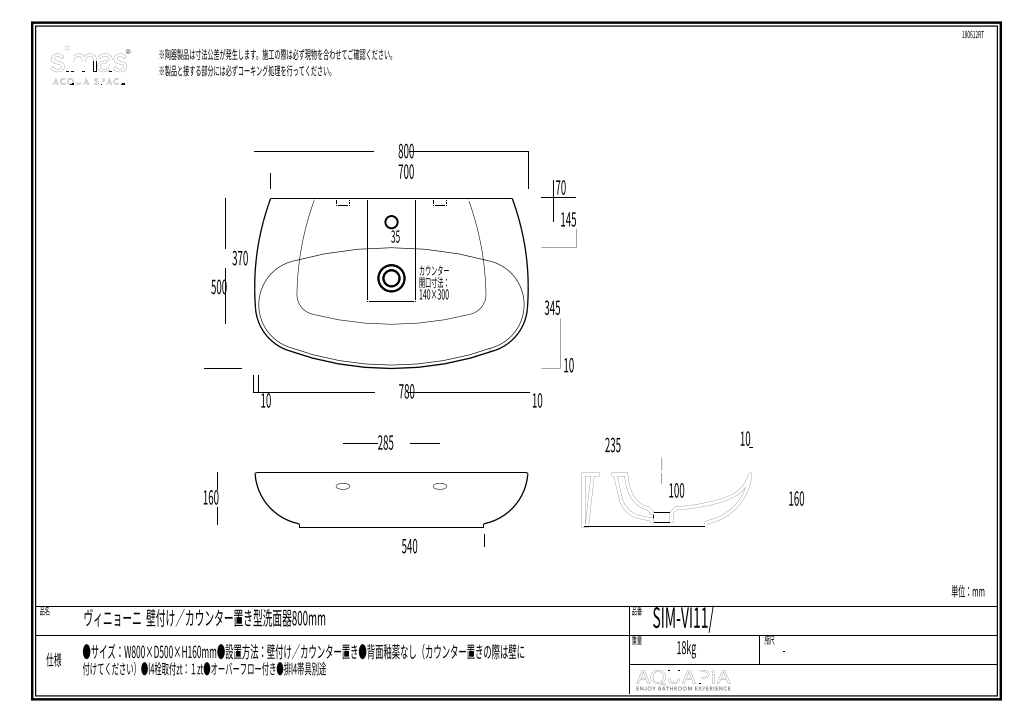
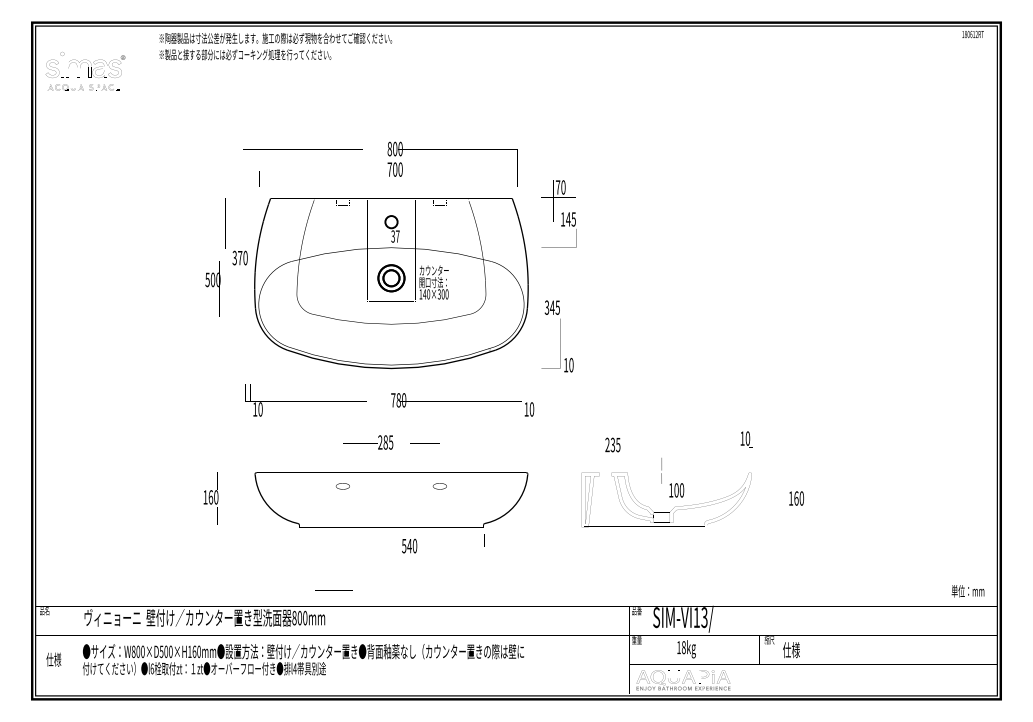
text at (275, 62) position: (275, 62) -> (275, 46)
part at (90, 65) position: (90, 65) -> (85, 71)
text at (391, 165) position: (391, 165) -> (380, 163)
text at (397, 236): 35 -> 37
text at (218, 295) position: (218, 295) -> (212, 288)
line at (222, 368) position: (222, 368) -> (333, 590)
text at (397, 391) position: (397, 391) -> (389, 400)
text at (704, 617): SIM-VI11/ -> SIM-VI13/
text at (791, 650): - -> 仕様
text at (151, 668): l4 -> l6
